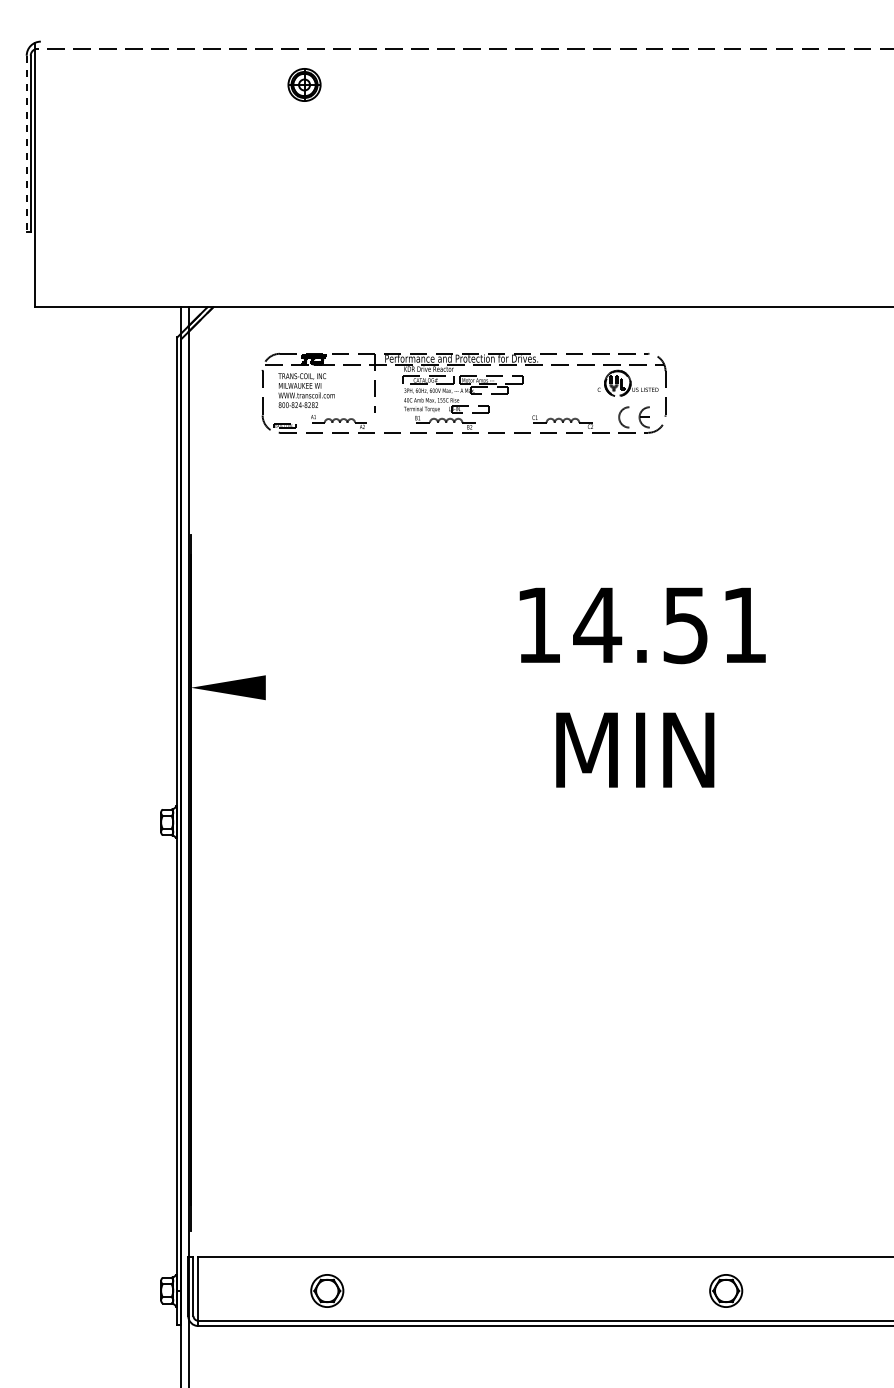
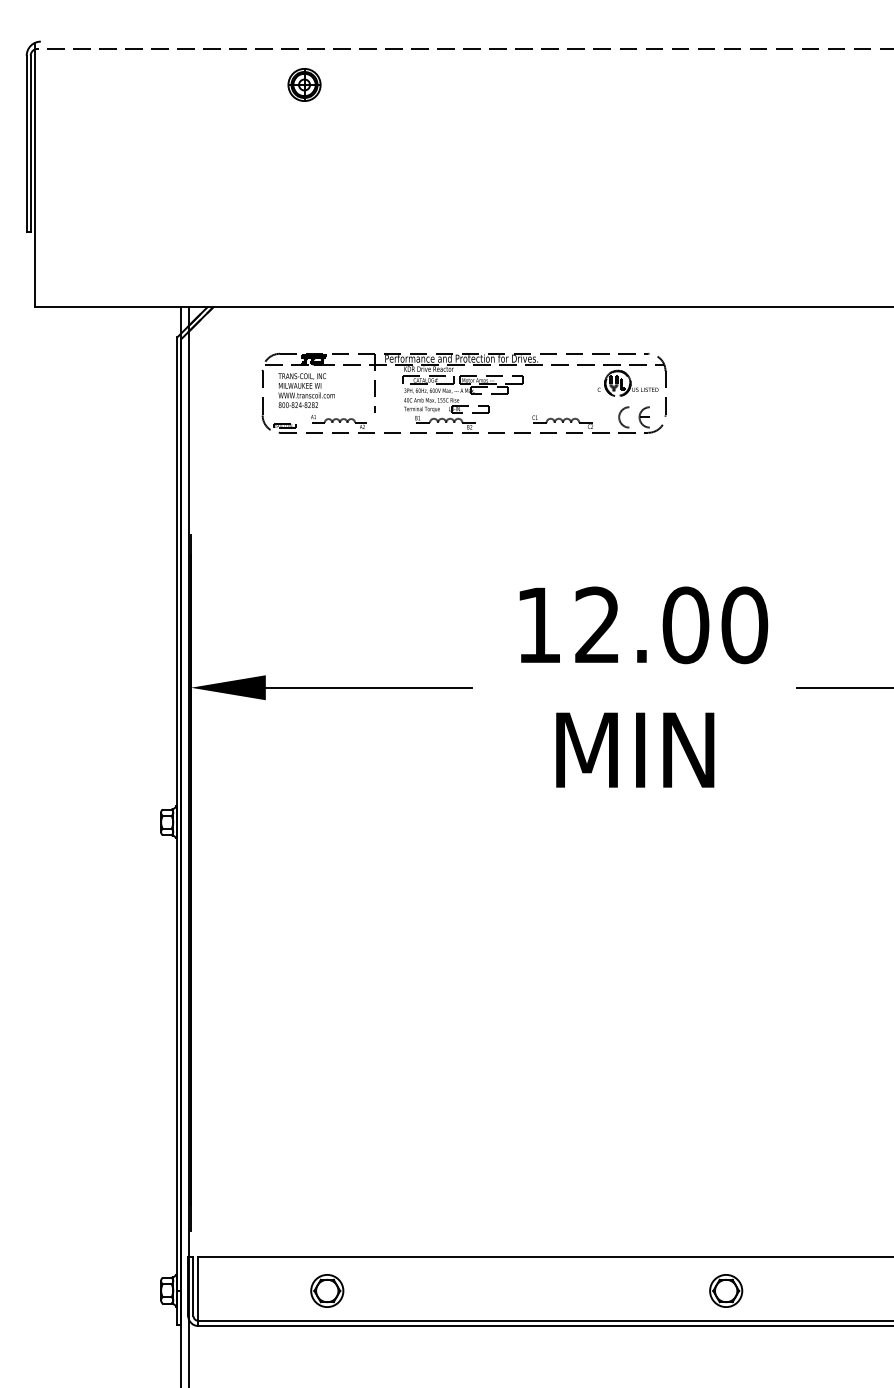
line at (26, 144): dashed -> solid
text at (670, 625): 14.51 -> 12.00
line at (368, 687): none -> present
line at (843, 687): none -> present
